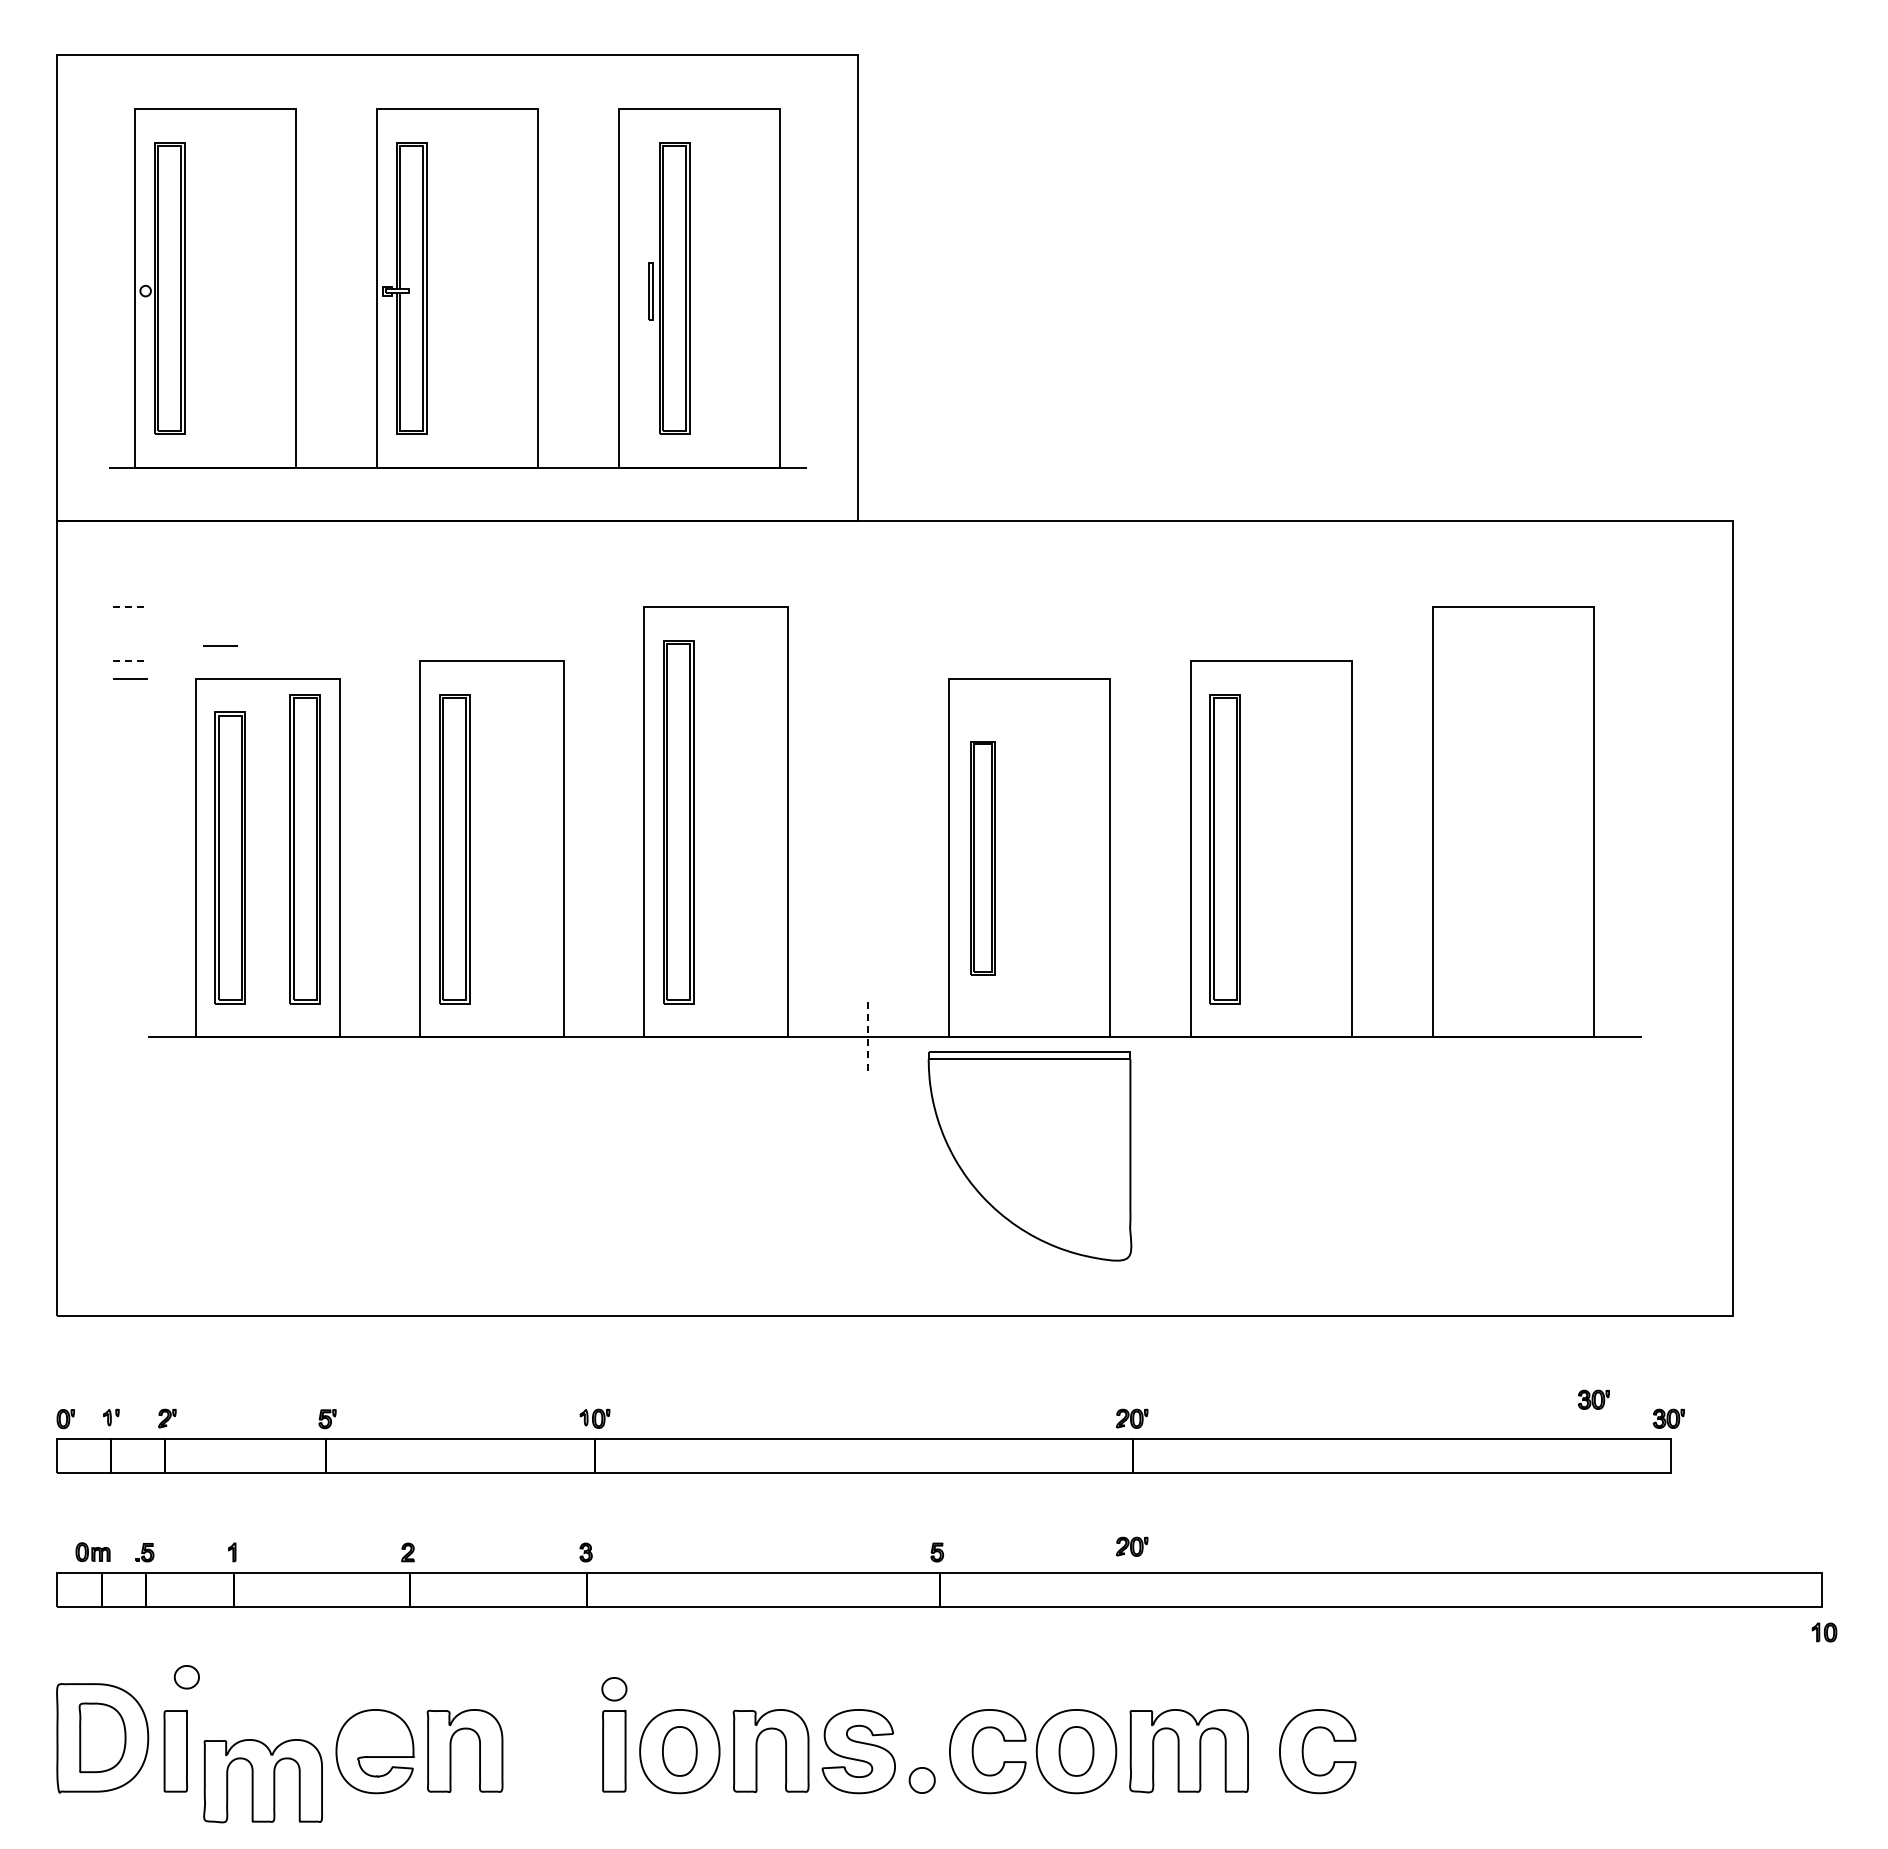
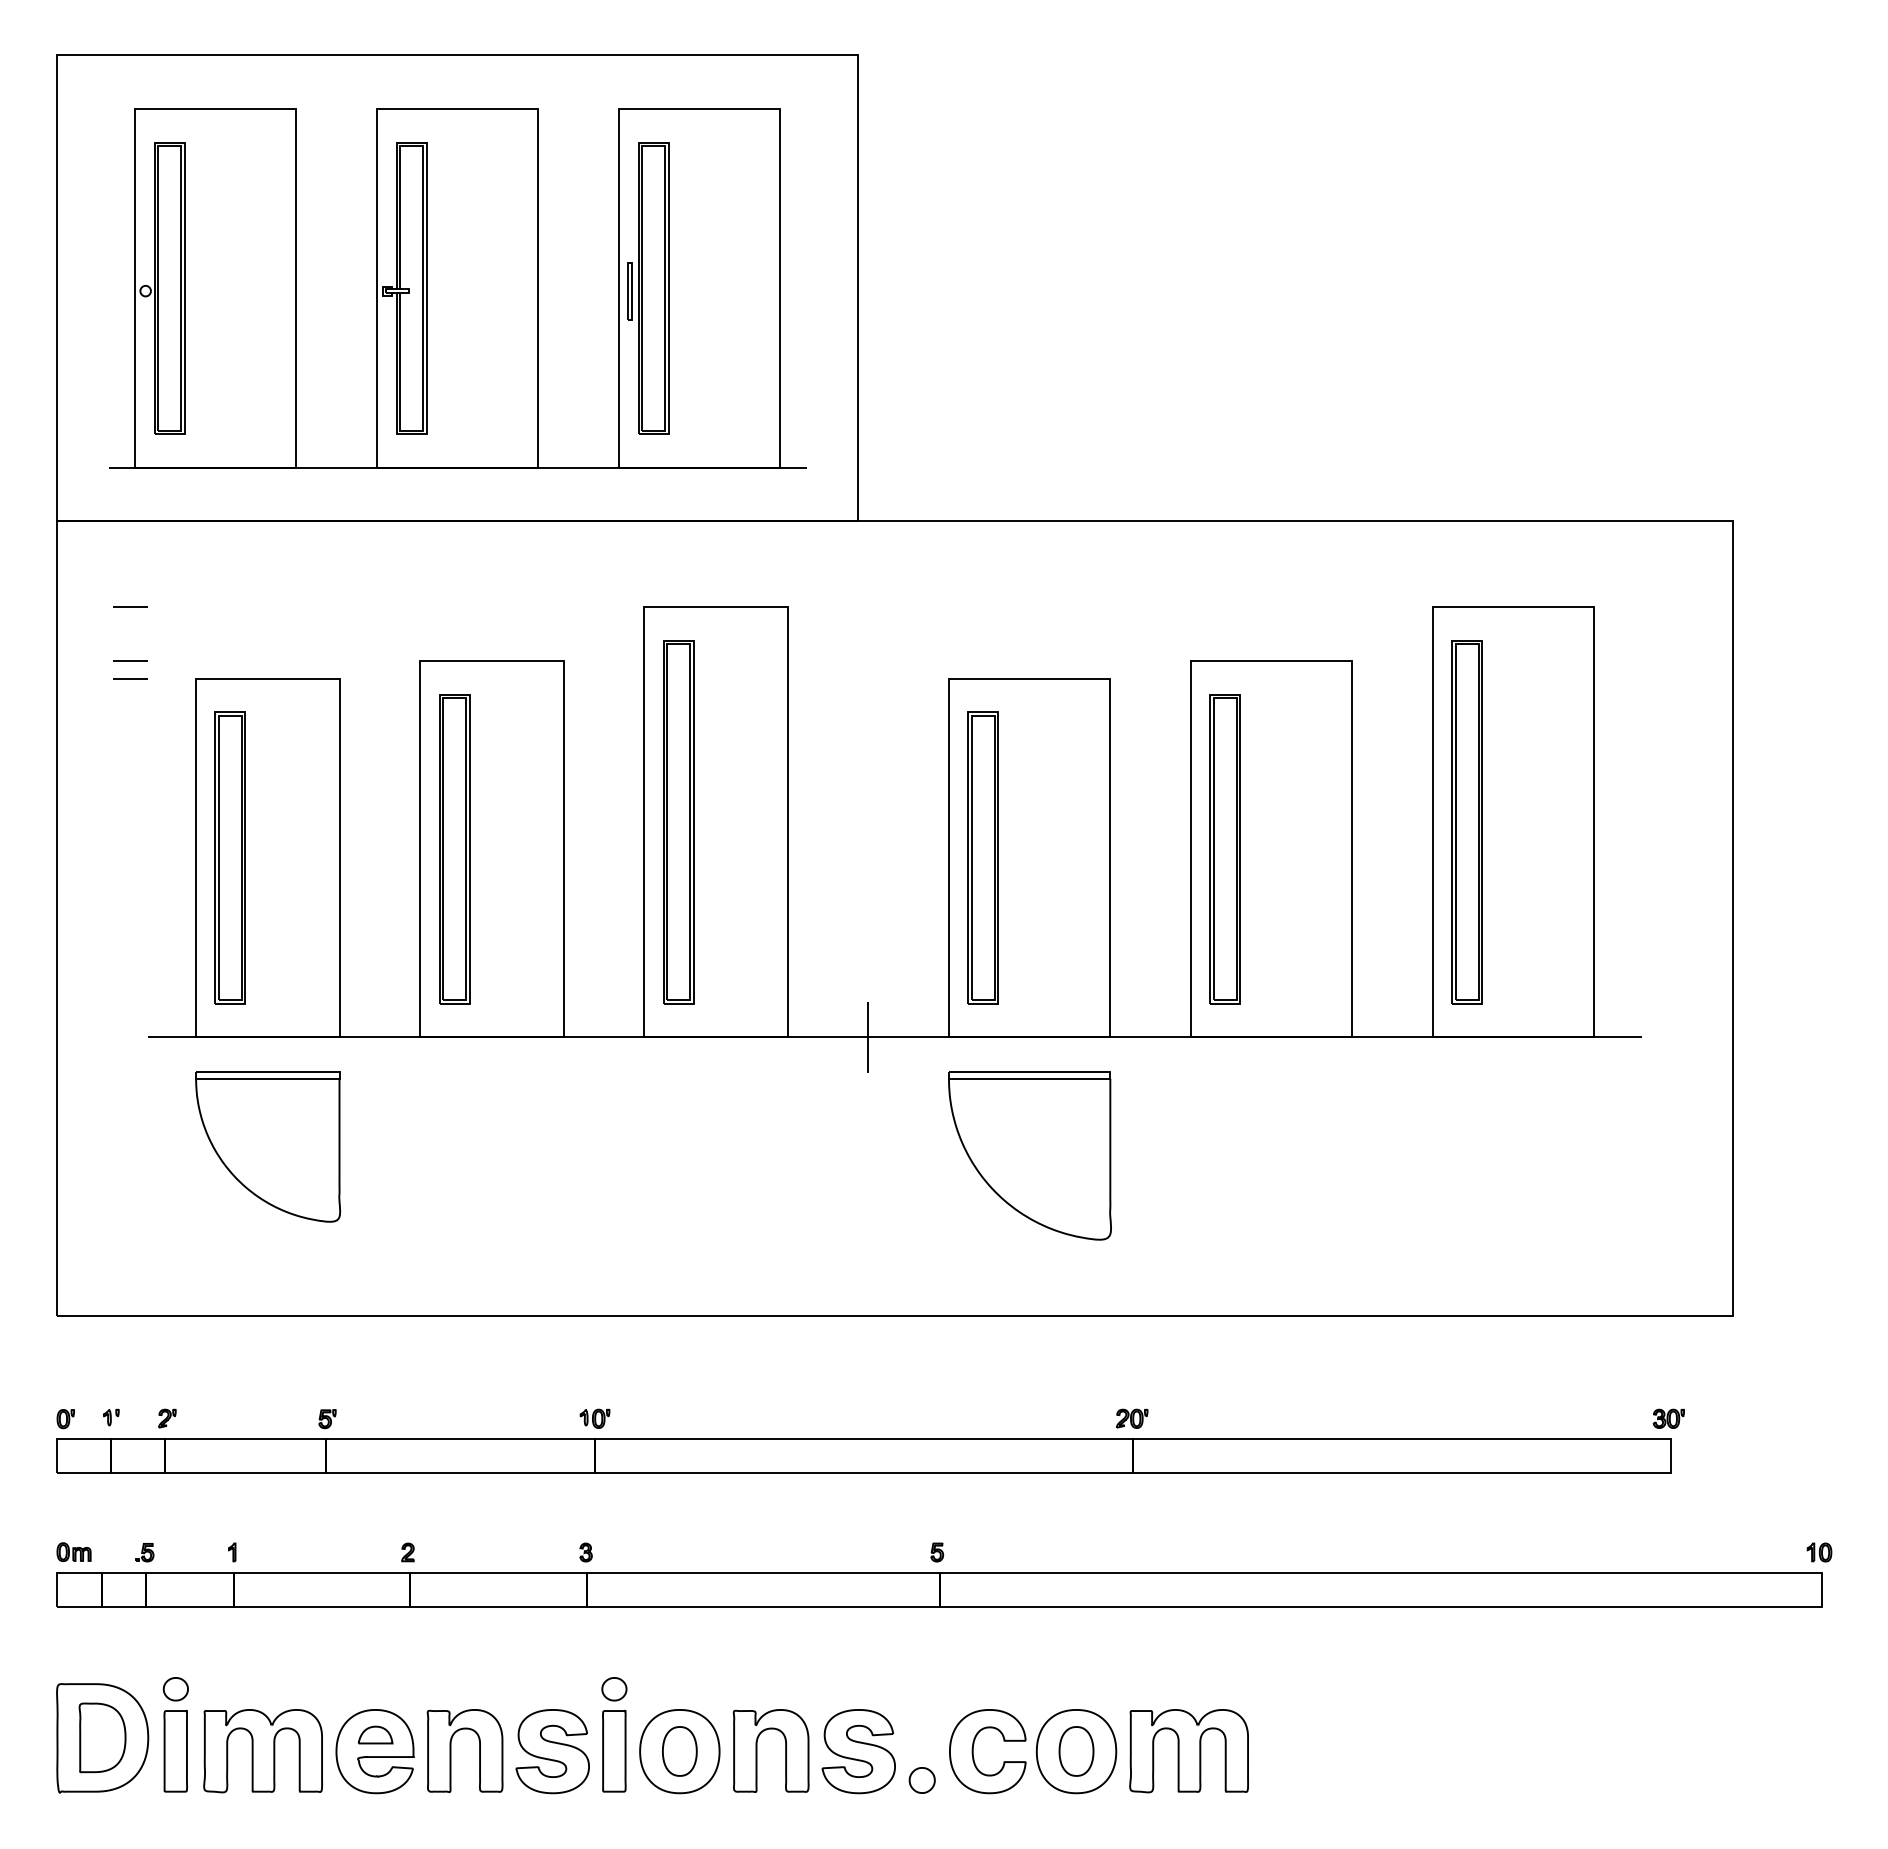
part at (669, 288) position: (669, 288) -> (648, 288)
line at (130, 607): dashed -> solid
line at (220, 645): present -> none
line at (130, 661): dashed -> solid
part at (1466, 822): none -> present
part at (304, 849): present -> none
part at (982, 858) size: 26x235 px -> 32x294 px
line at (868, 1037): dashed -> solid
part at (268, 1146): none -> present
part at (1029, 1156) size: 206x211 px -> 164x170 px
part at (1593, 1399): present -> none
part at (1132, 1546): present -> none
part at (92, 1551) position: (92, 1551) -> (73, 1551)
part at (1824, 1632) position: (1824, 1632) -> (1819, 1552)
part at (186, 1677) position: (186, 1677) -> (175, 1689)
part at (375, 1734): none -> present
part at (552, 1751): none -> present
part at (1303, 1751): present -> none
part at (262, 1781) position: (262, 1781) -> (262, 1751)
